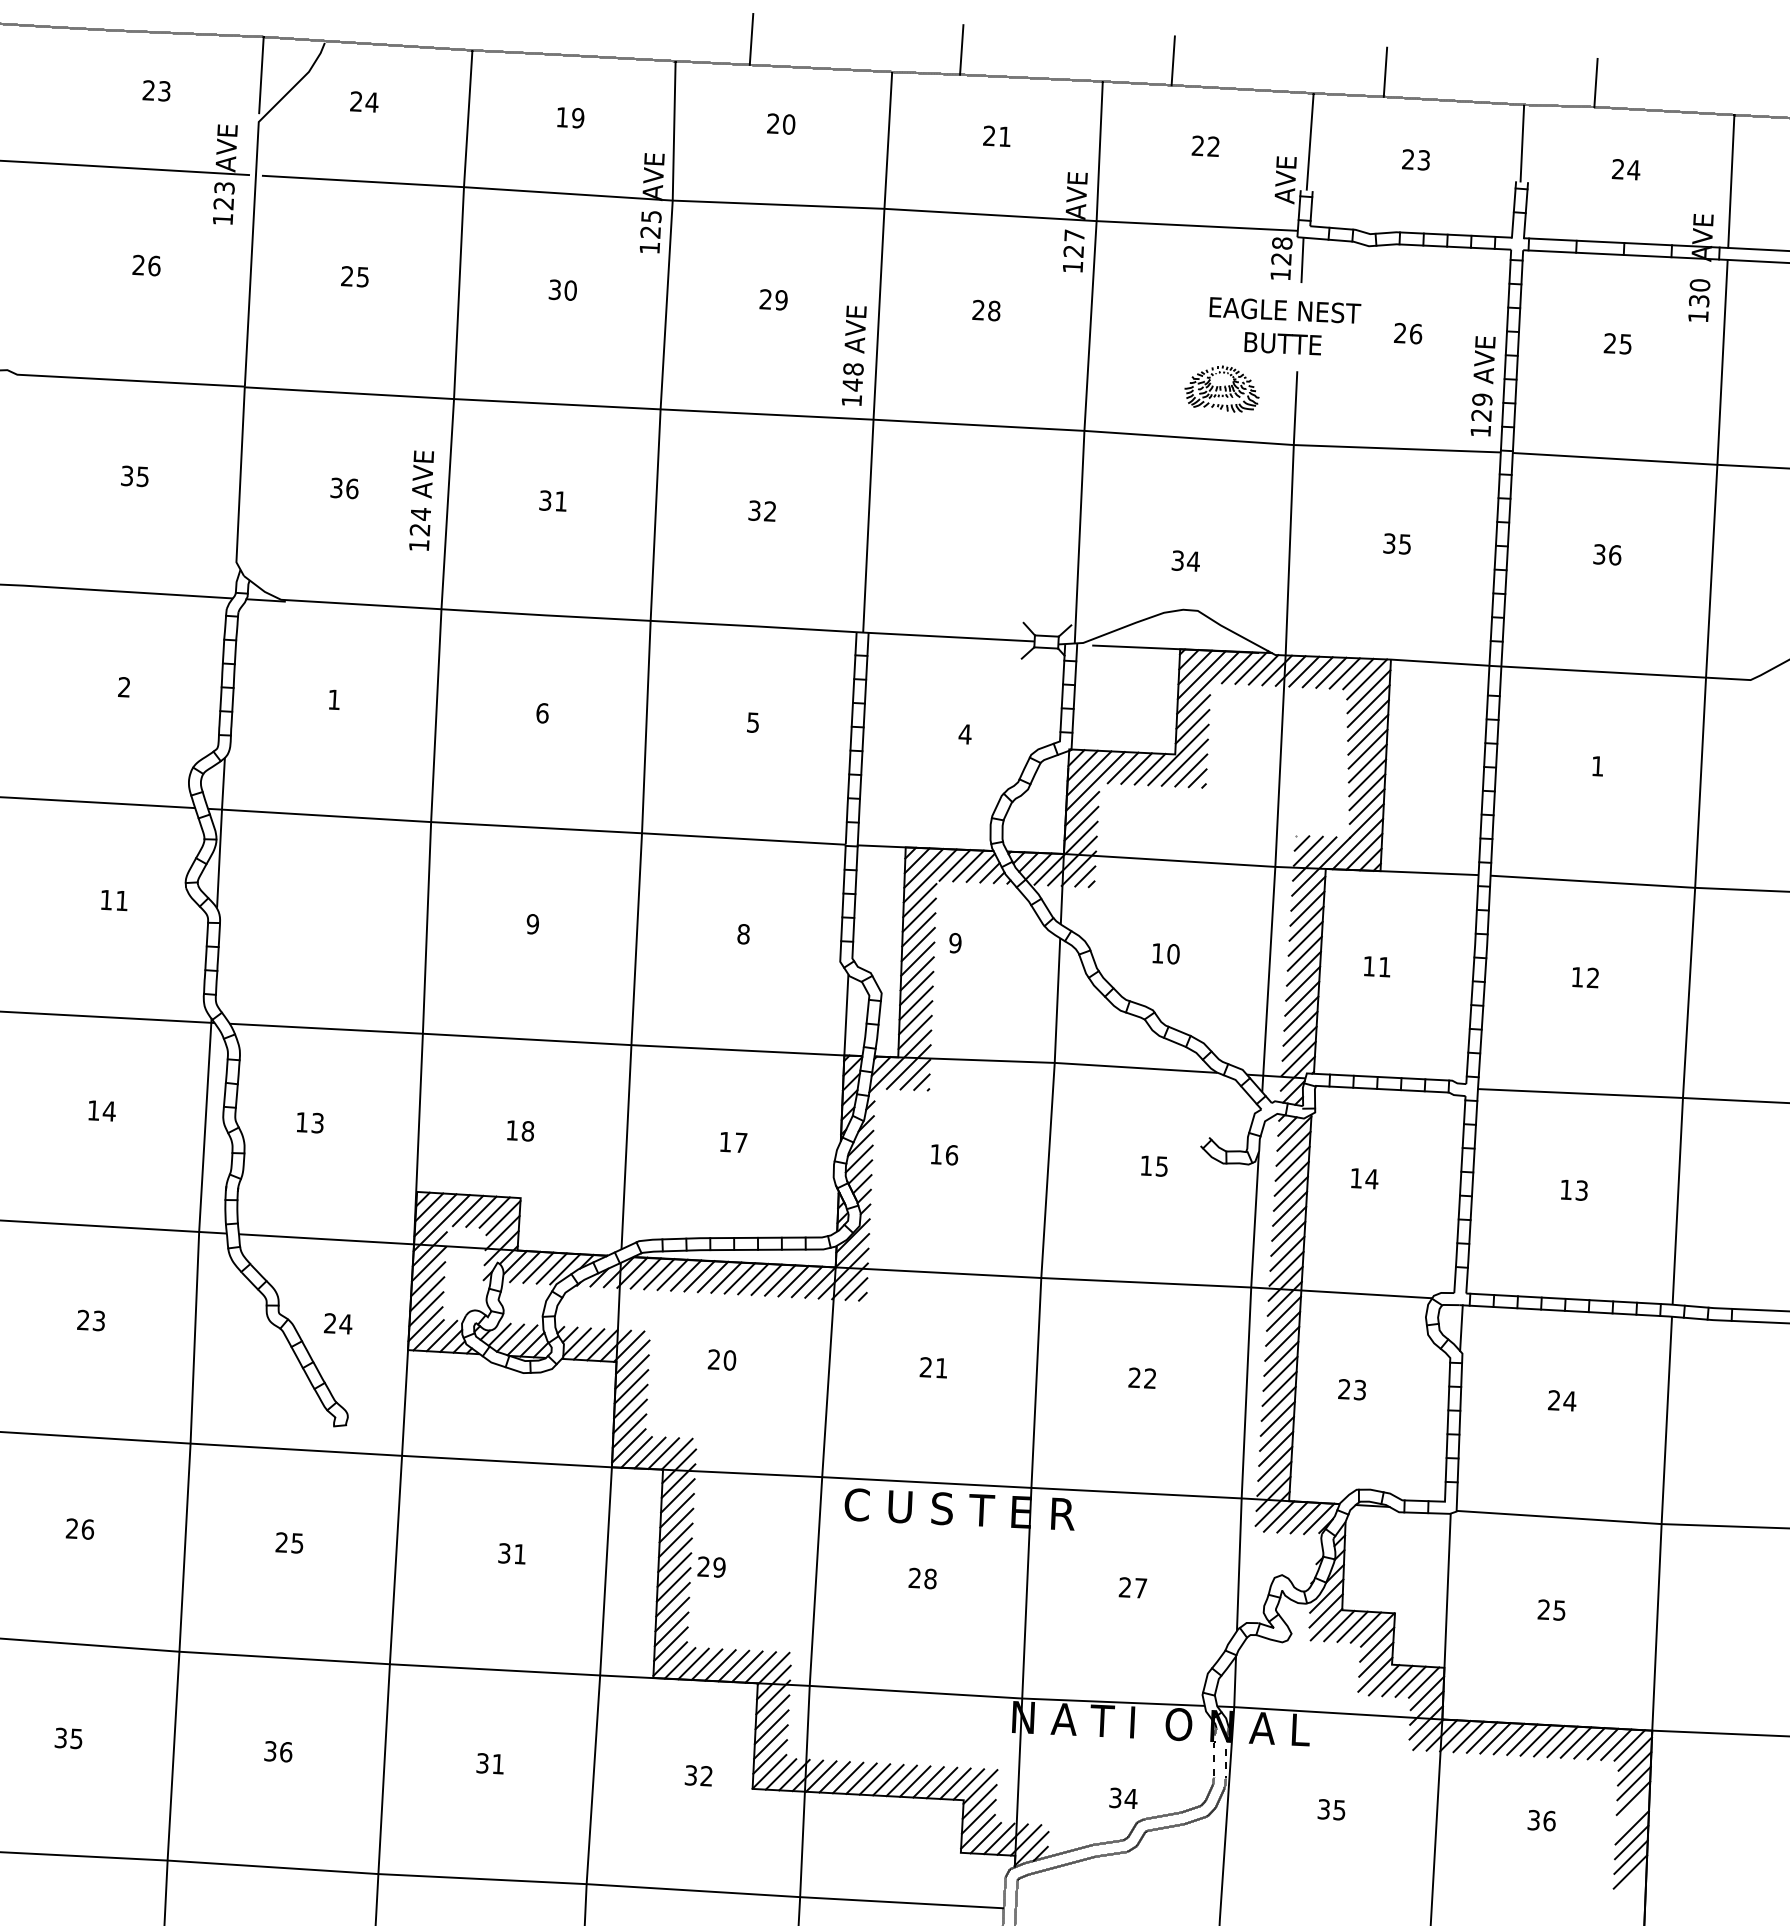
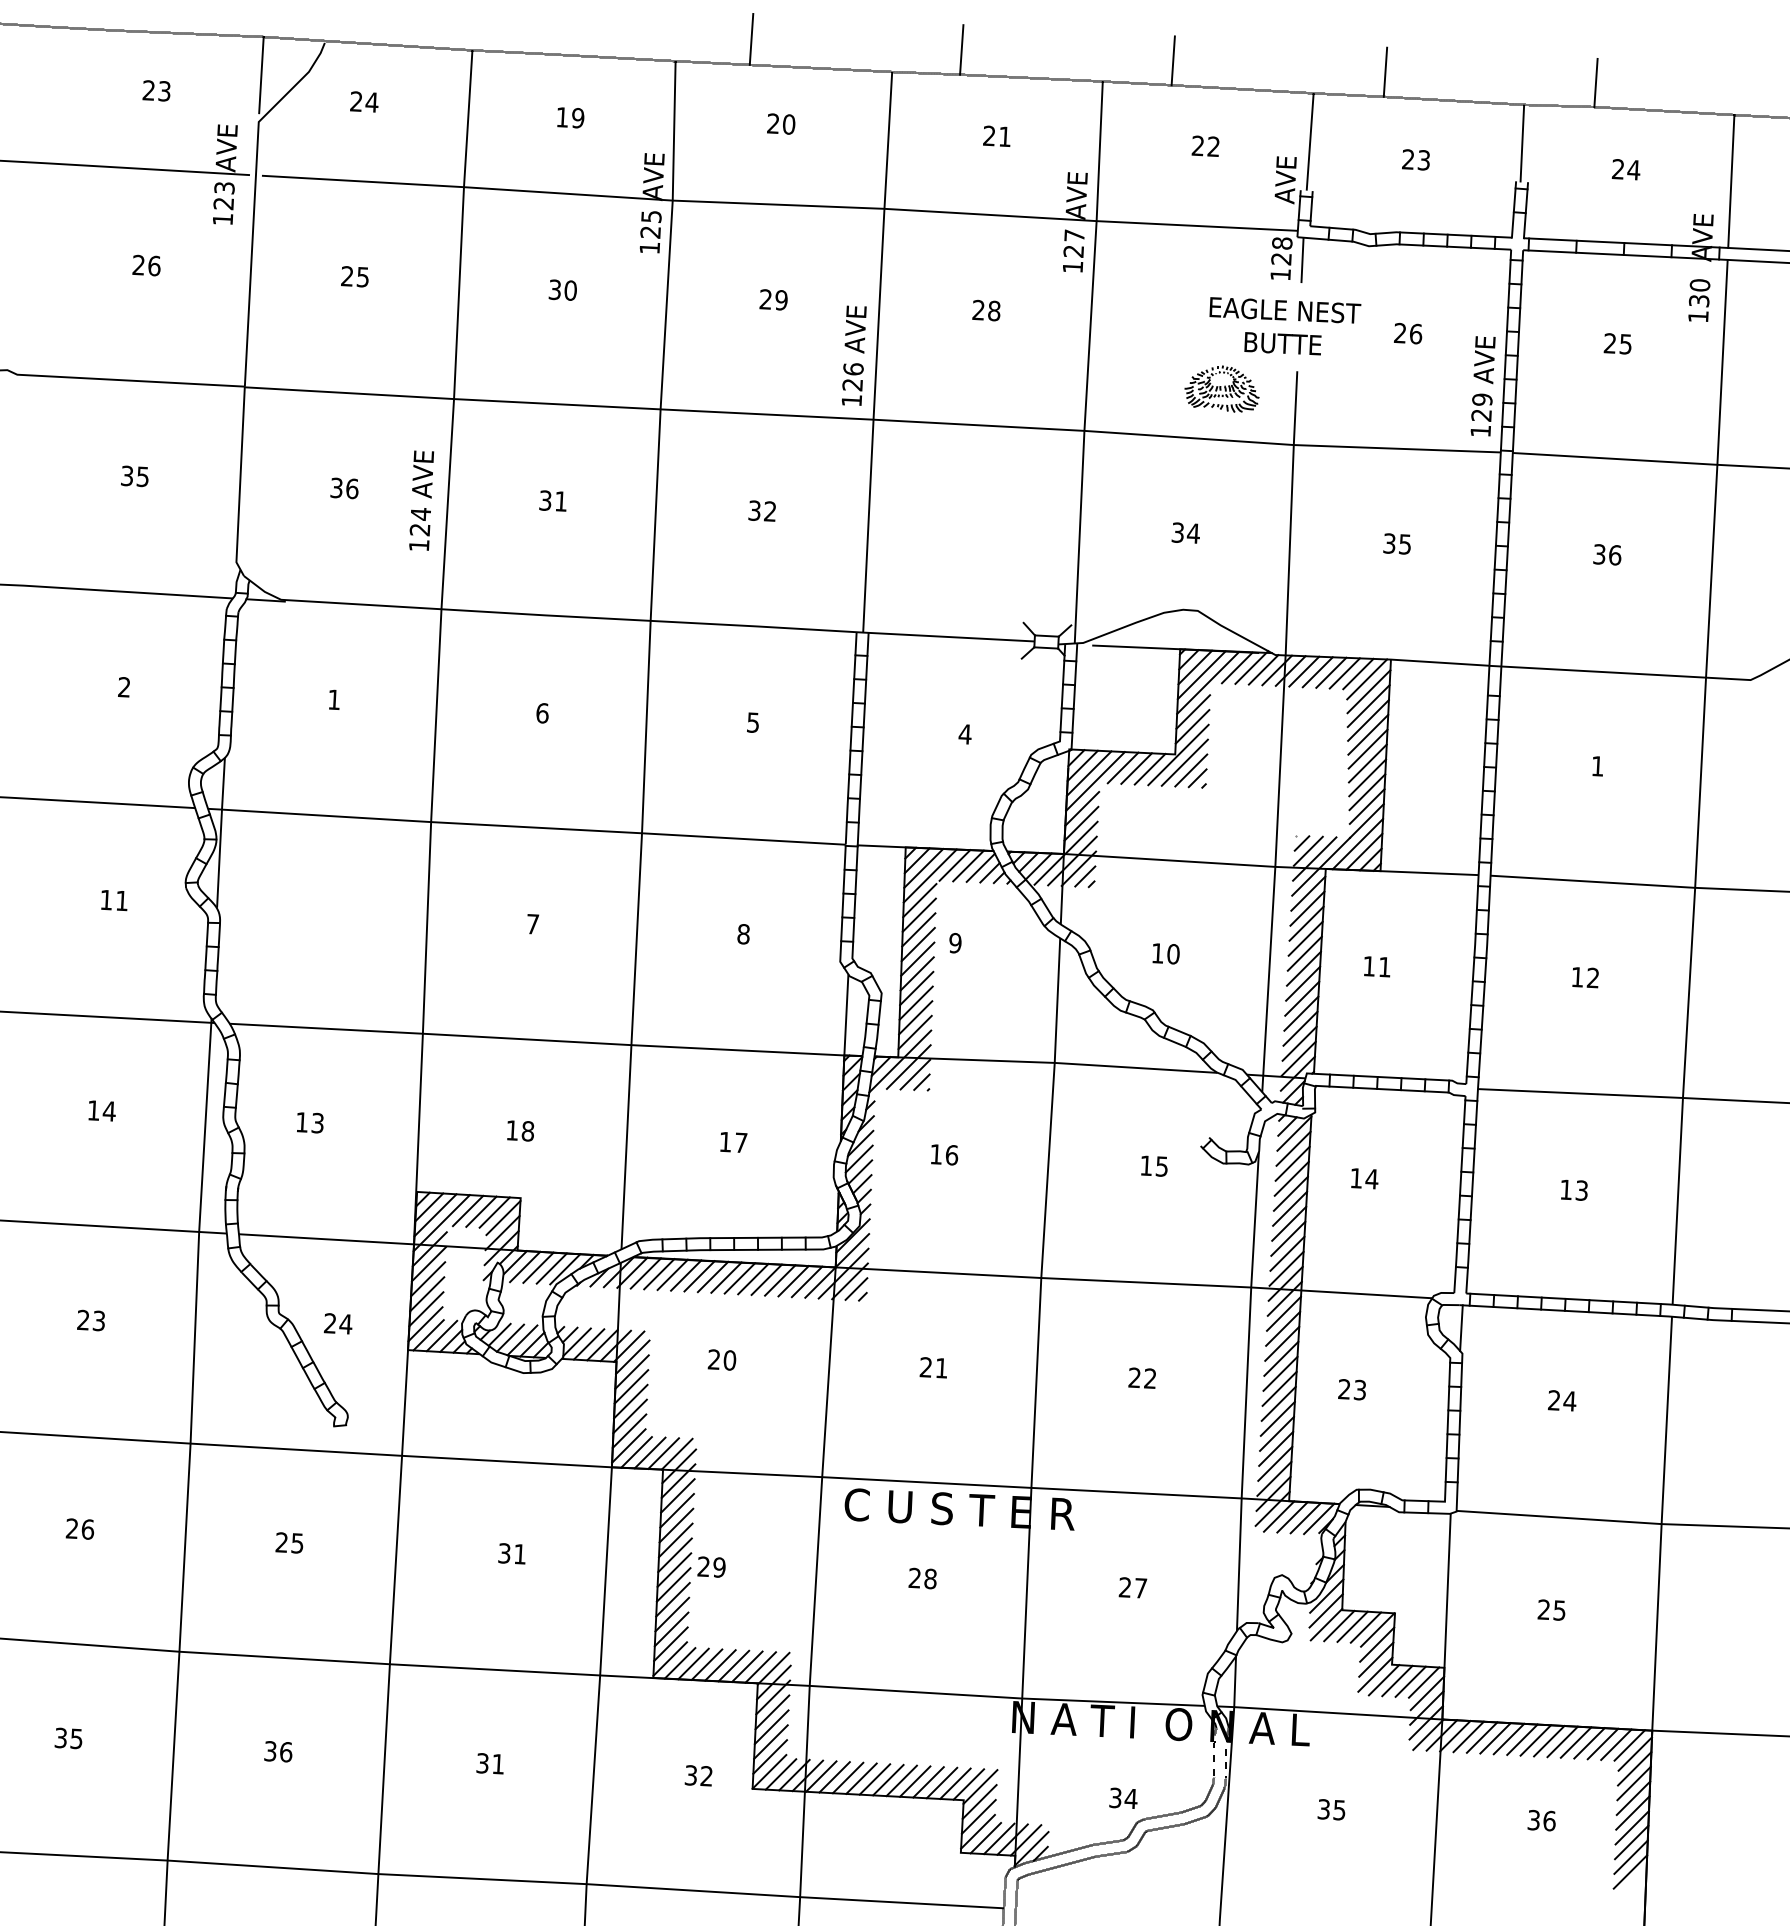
text at (852, 377): 148 -> 126
text at (1185, 560) position: (1185, 560) -> (1185, 532)
text at (532, 924): 9 -> 7
line at (1632, 1812): none -> present
